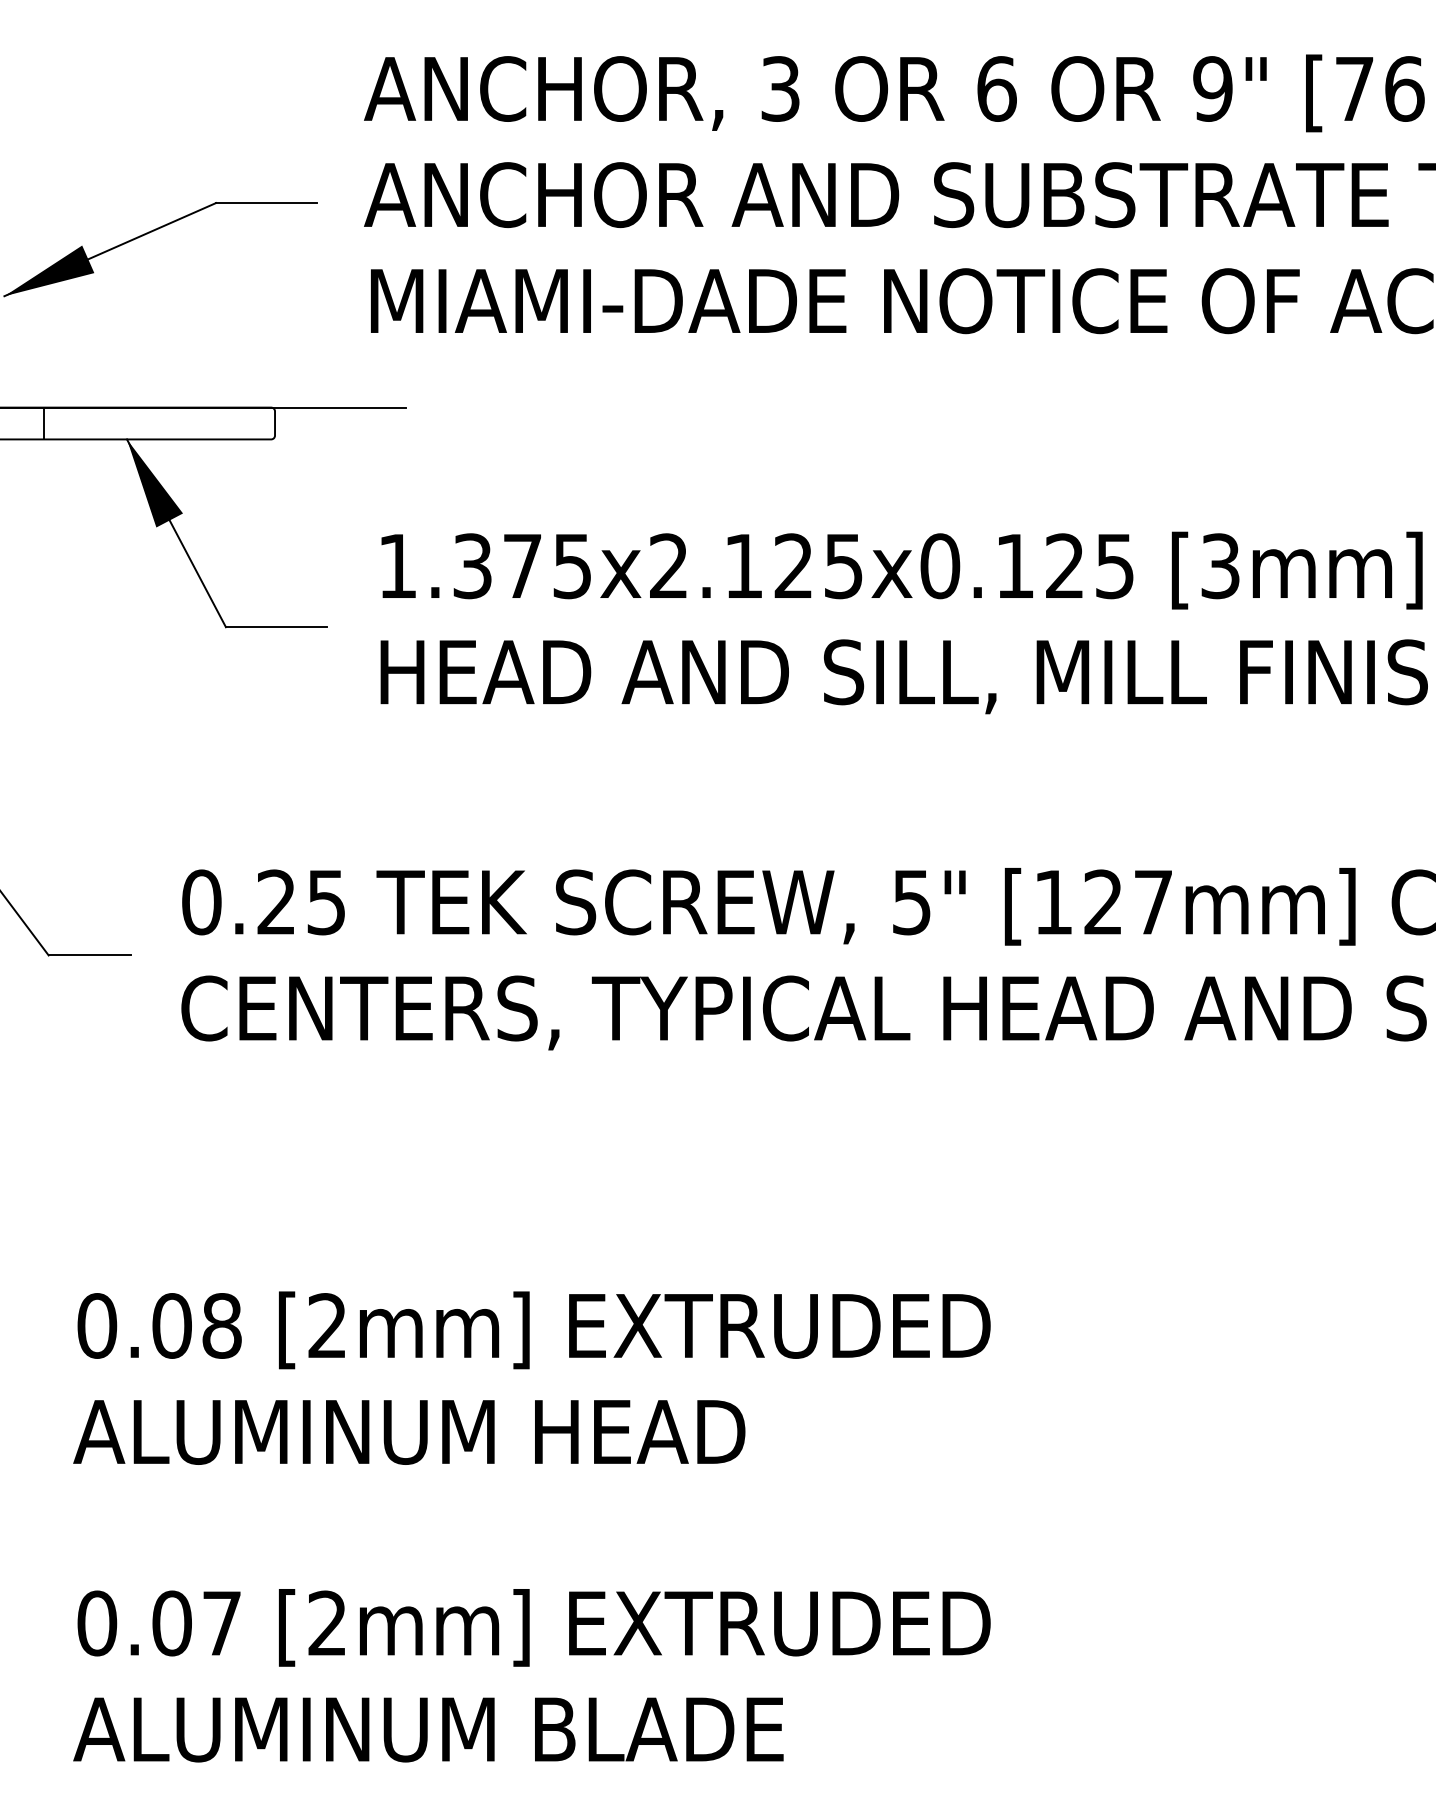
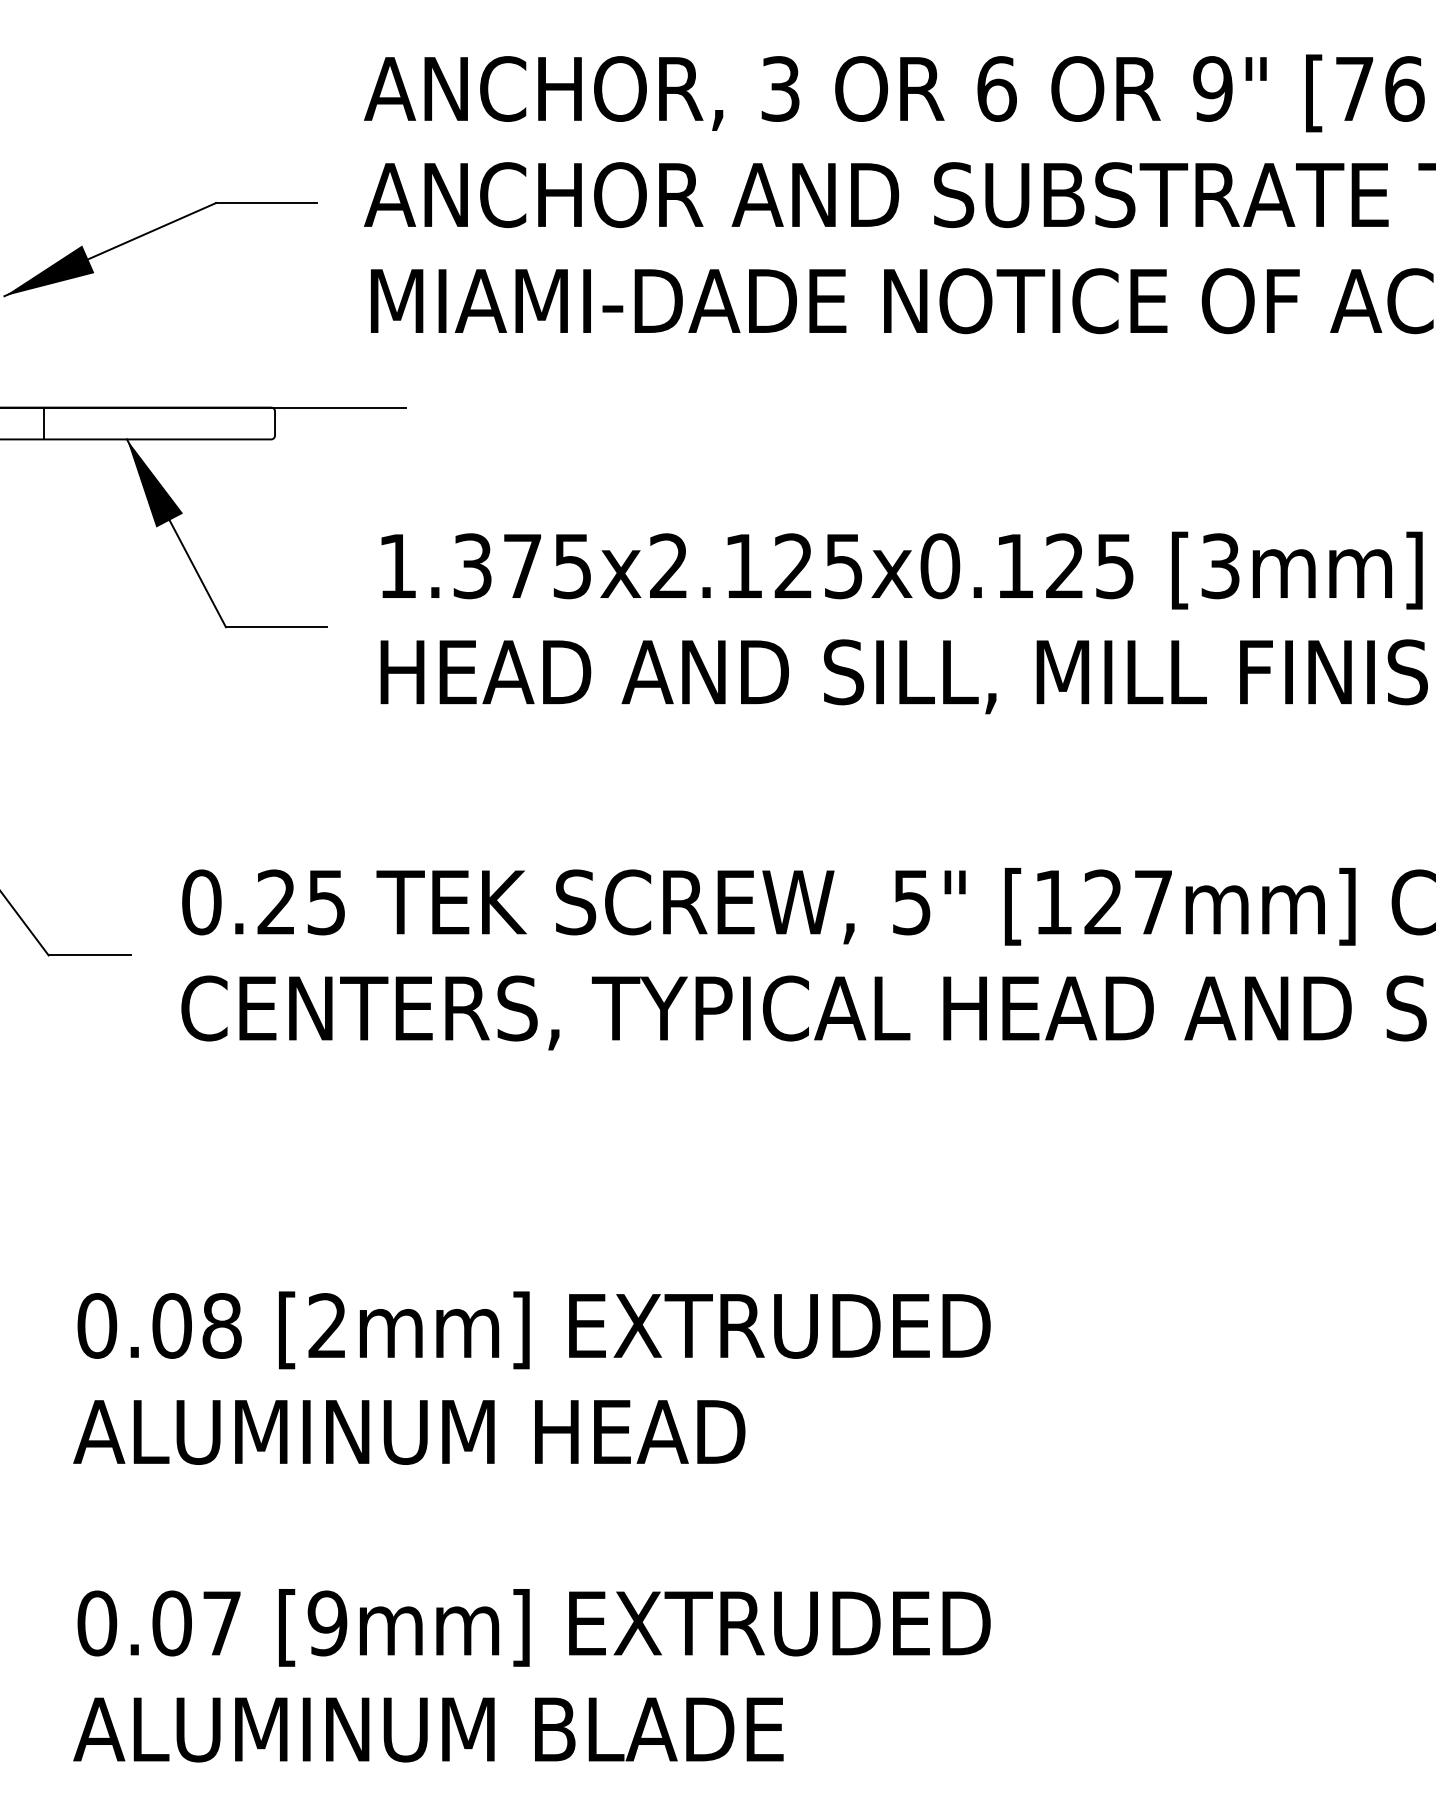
text at (327, 1623): [2mm] -> [9mm]
